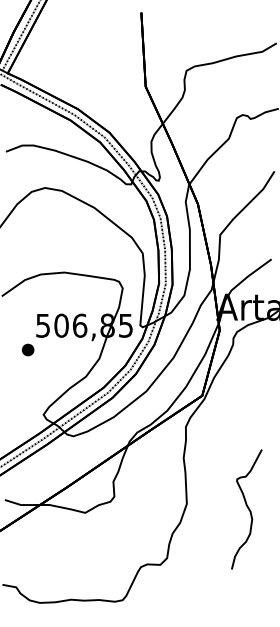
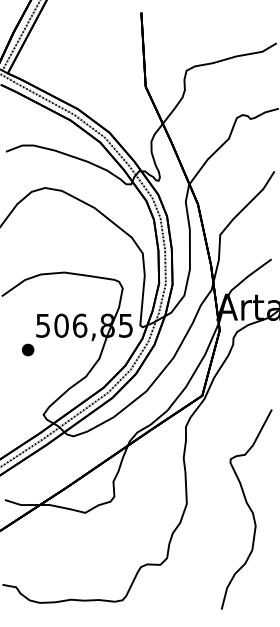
part at (246, 509) size: 32x121 px -> 52x201 px
